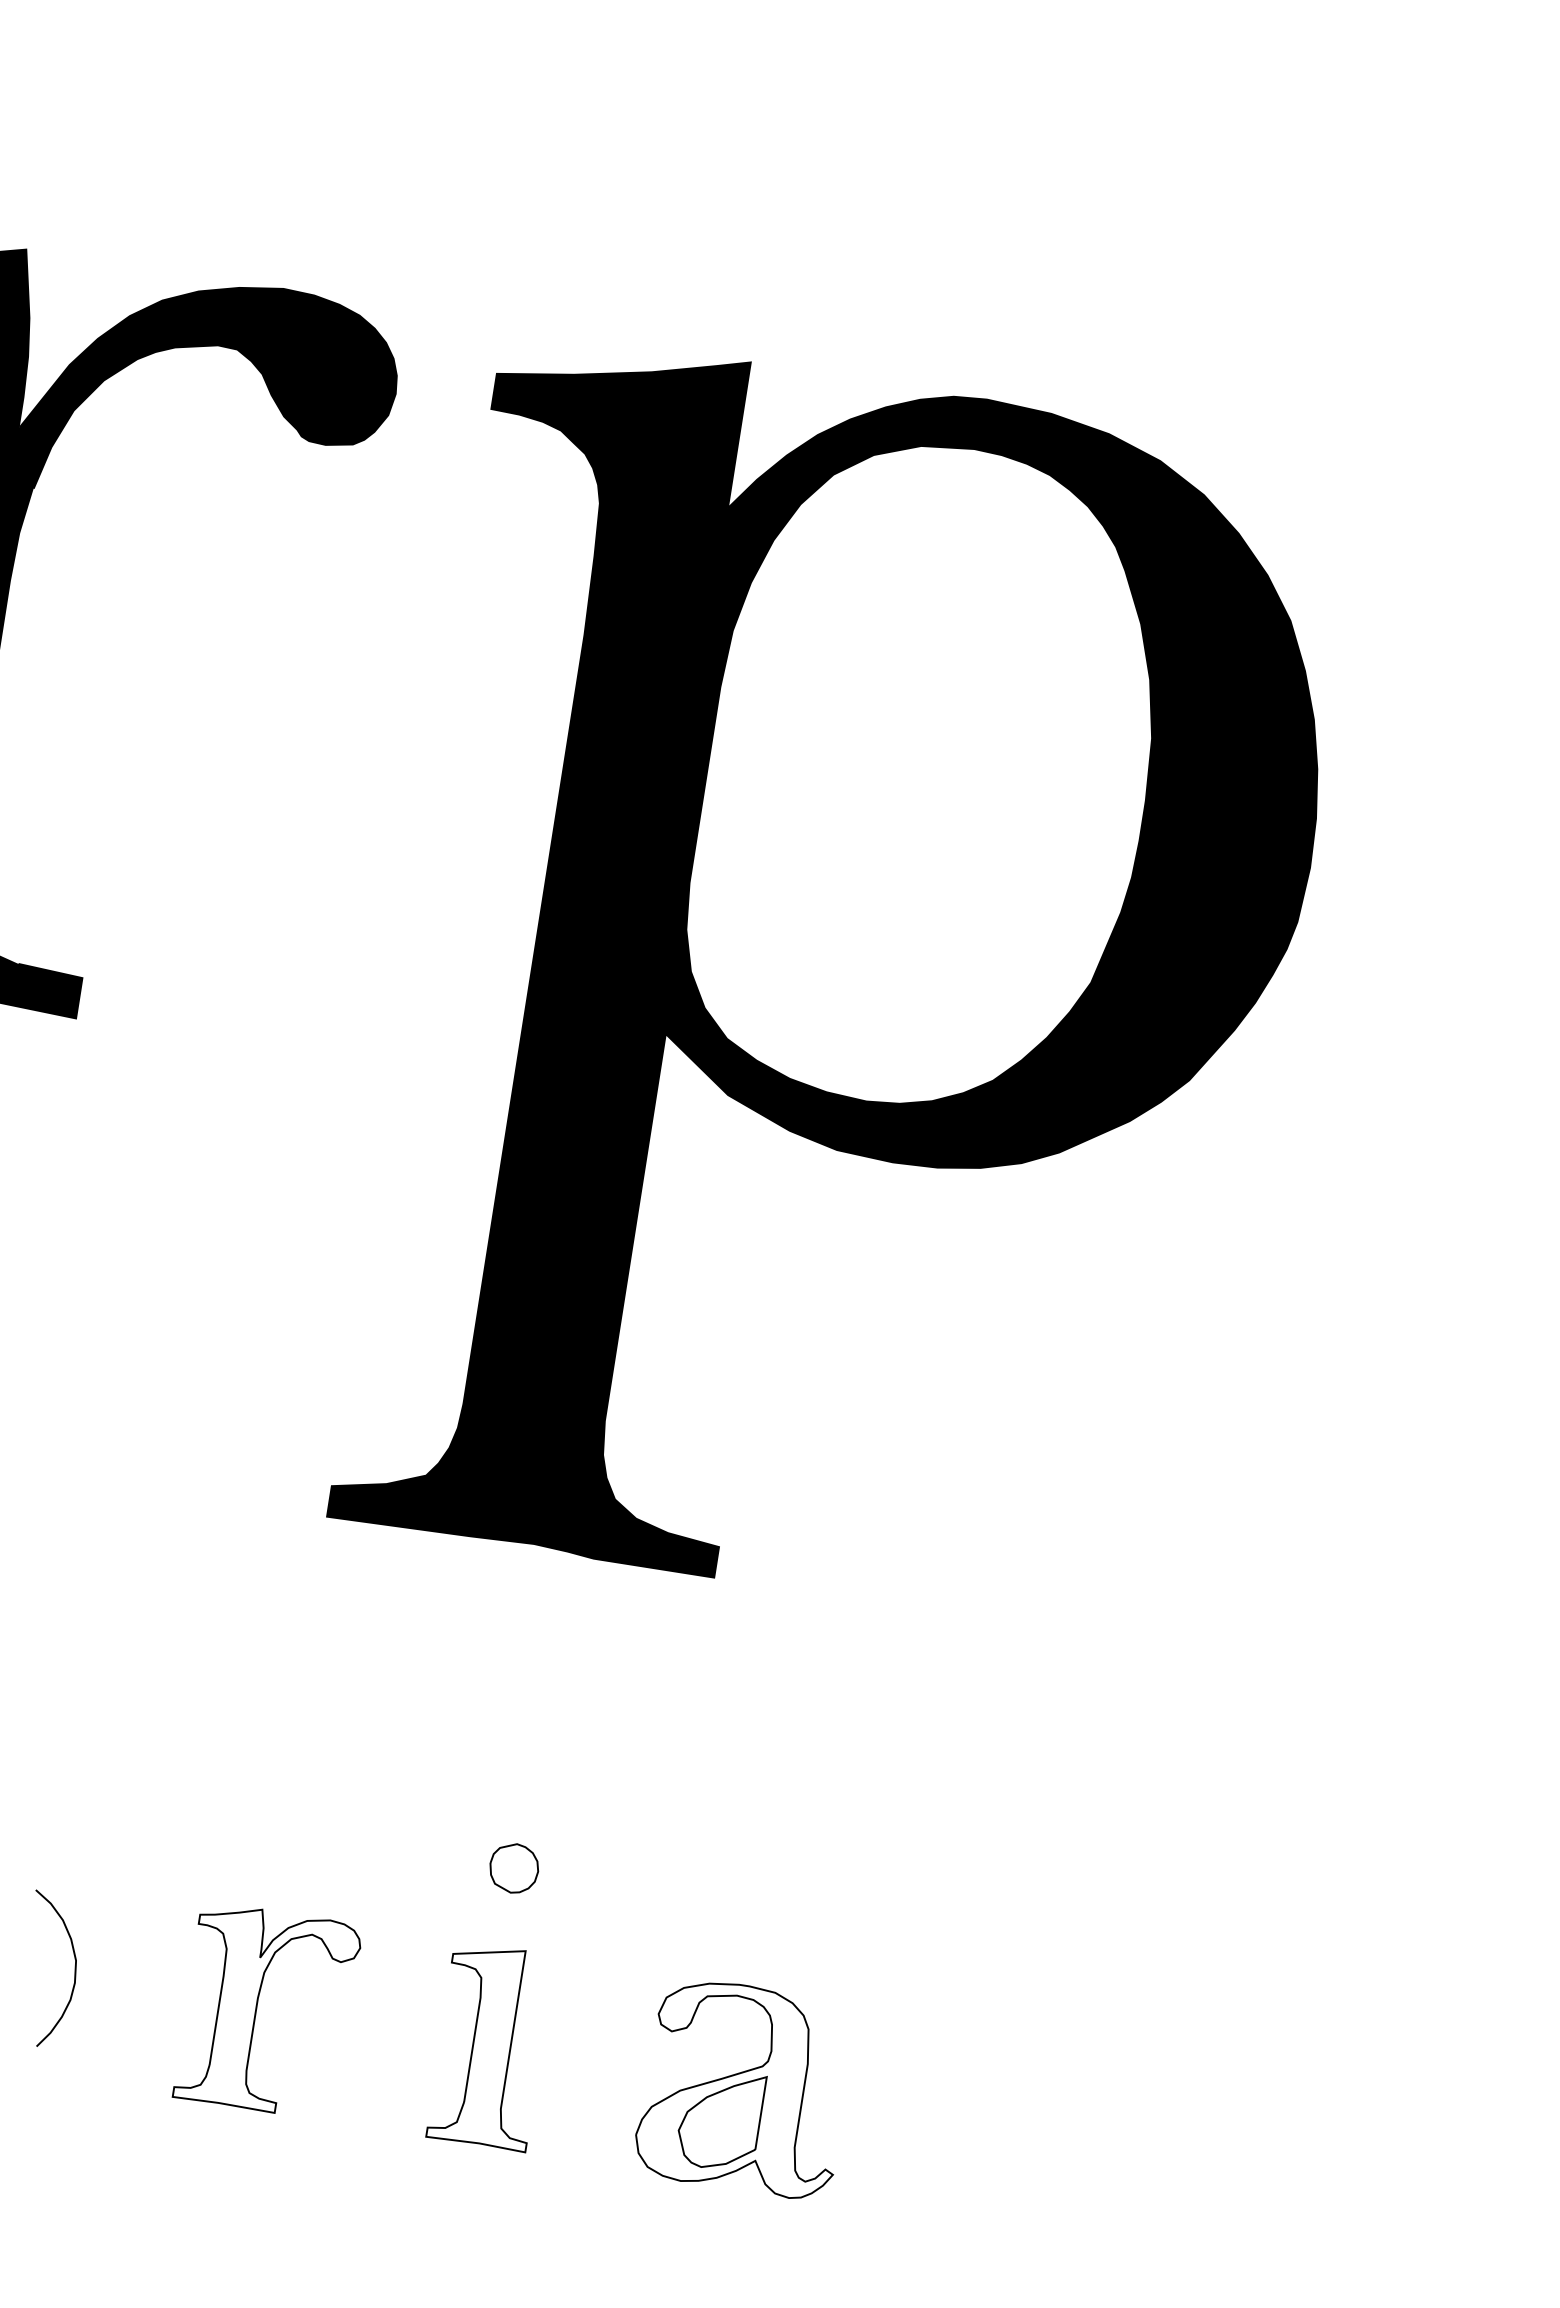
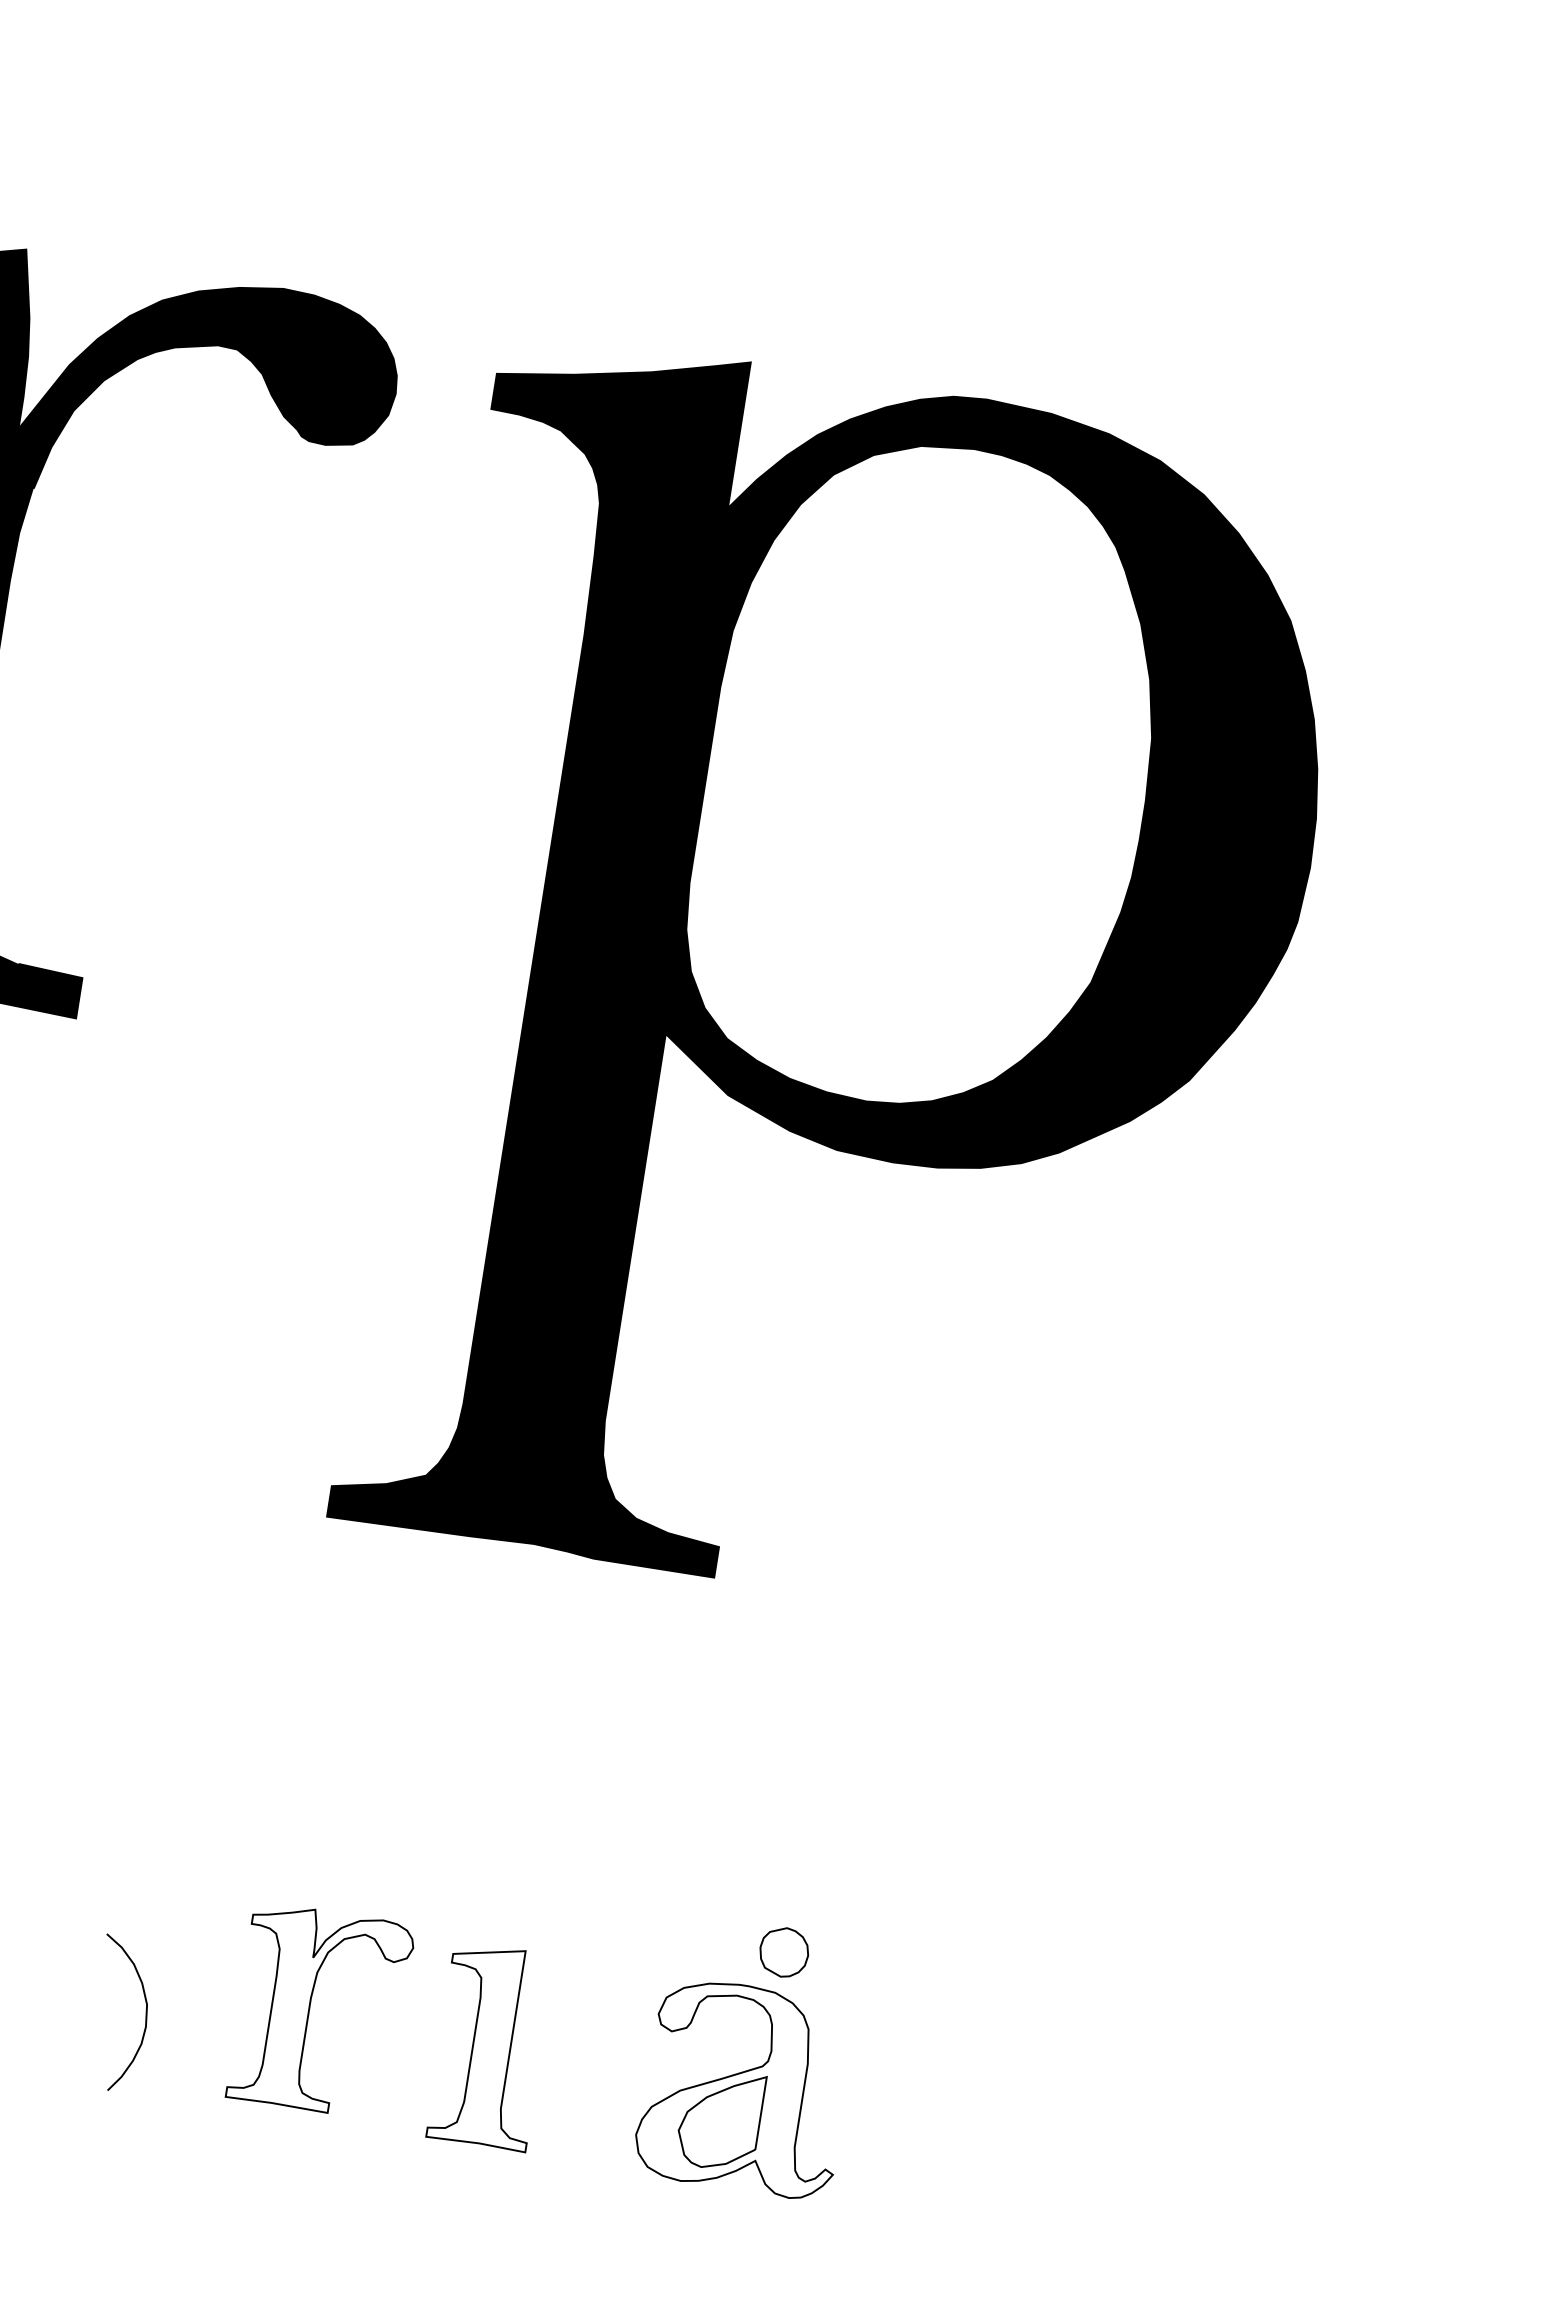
part at (514, 1868) position: (514, 1868) -> (784, 1952)
curve at (74, 1967) position: (74, 1967) -> (145, 2011)
part at (257, 2009) position: (257, 2009) -> (310, 2009)
